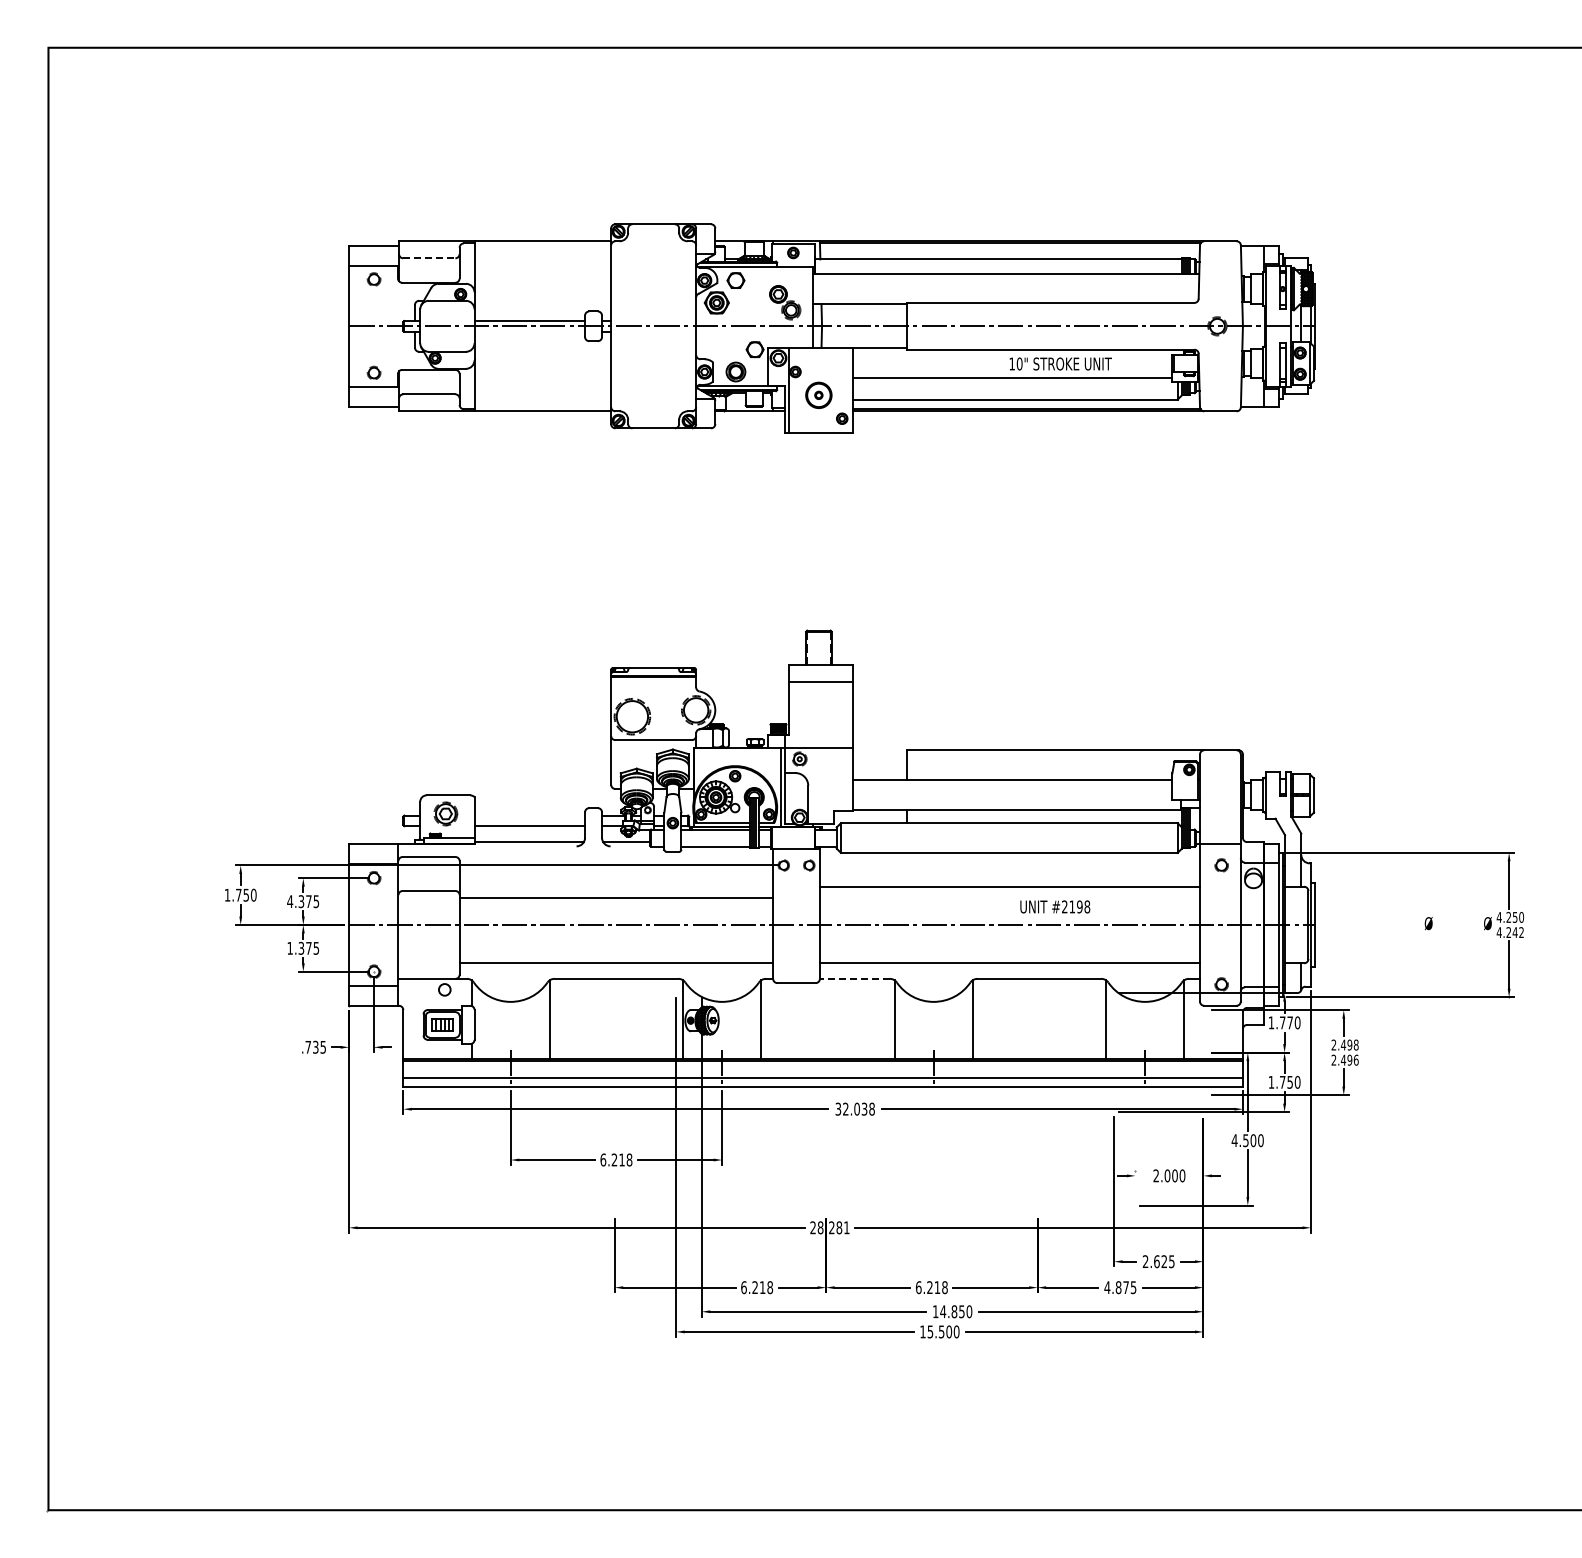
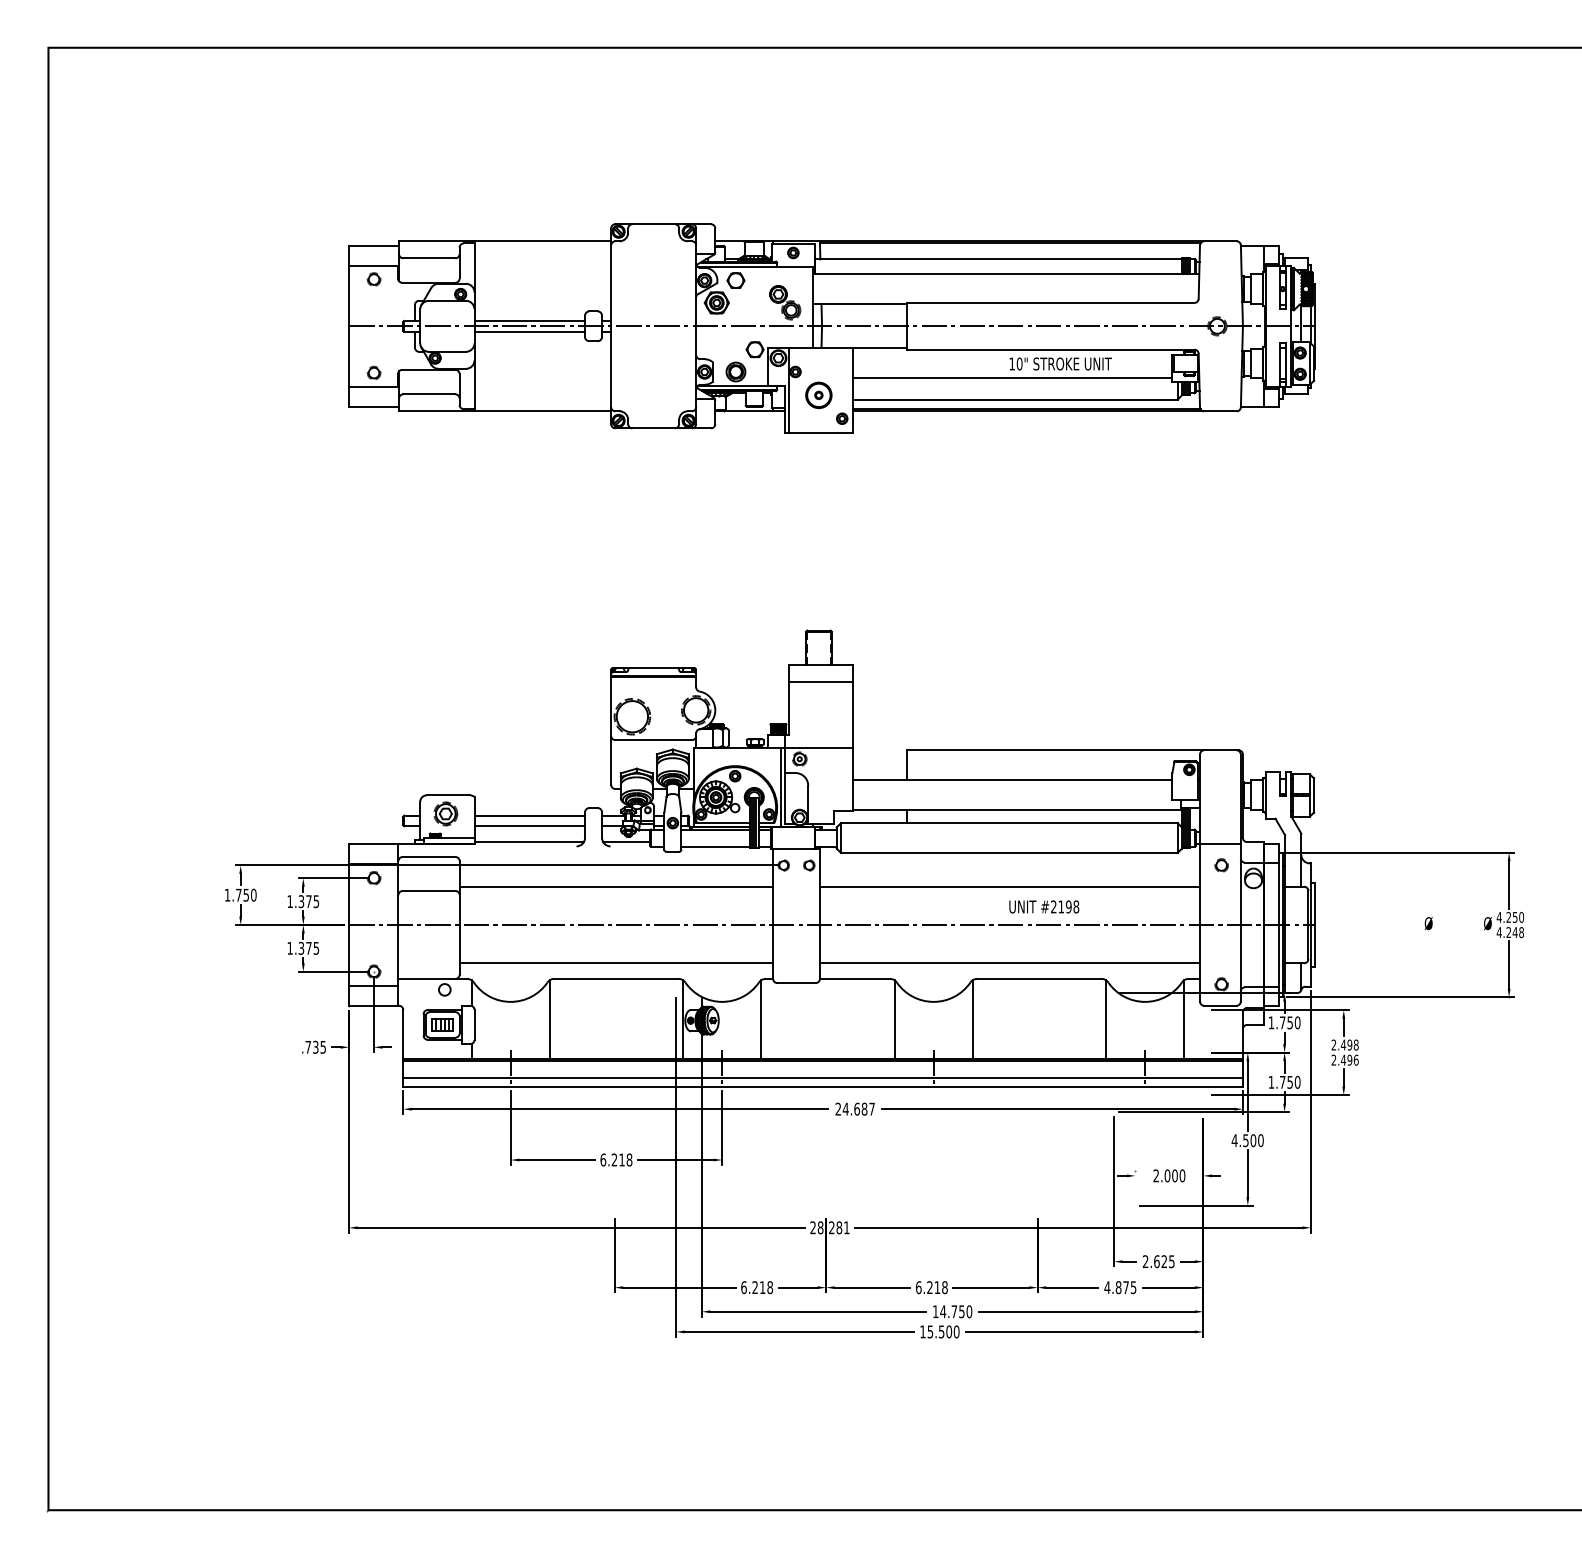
line at (429, 258): dashed -> solid
line at (529, 331): none -> present
line at (529, 815): none -> present
line at (616, 897) position: (616, 897) -> (616, 886)
text at (290, 901): 4.375 -> 1.375
text at (1055, 906) position: (1055, 906) -> (1044, 906)
text at (1521, 932): 4.242 -> 4.248
line at (854, 978): dashed -> solid
text at (1289, 1022): 1.770 -> 1.750
text at (854, 1108): 32.038 -> 24.687
text at (954, 1311): 14.850 -> 14.750
